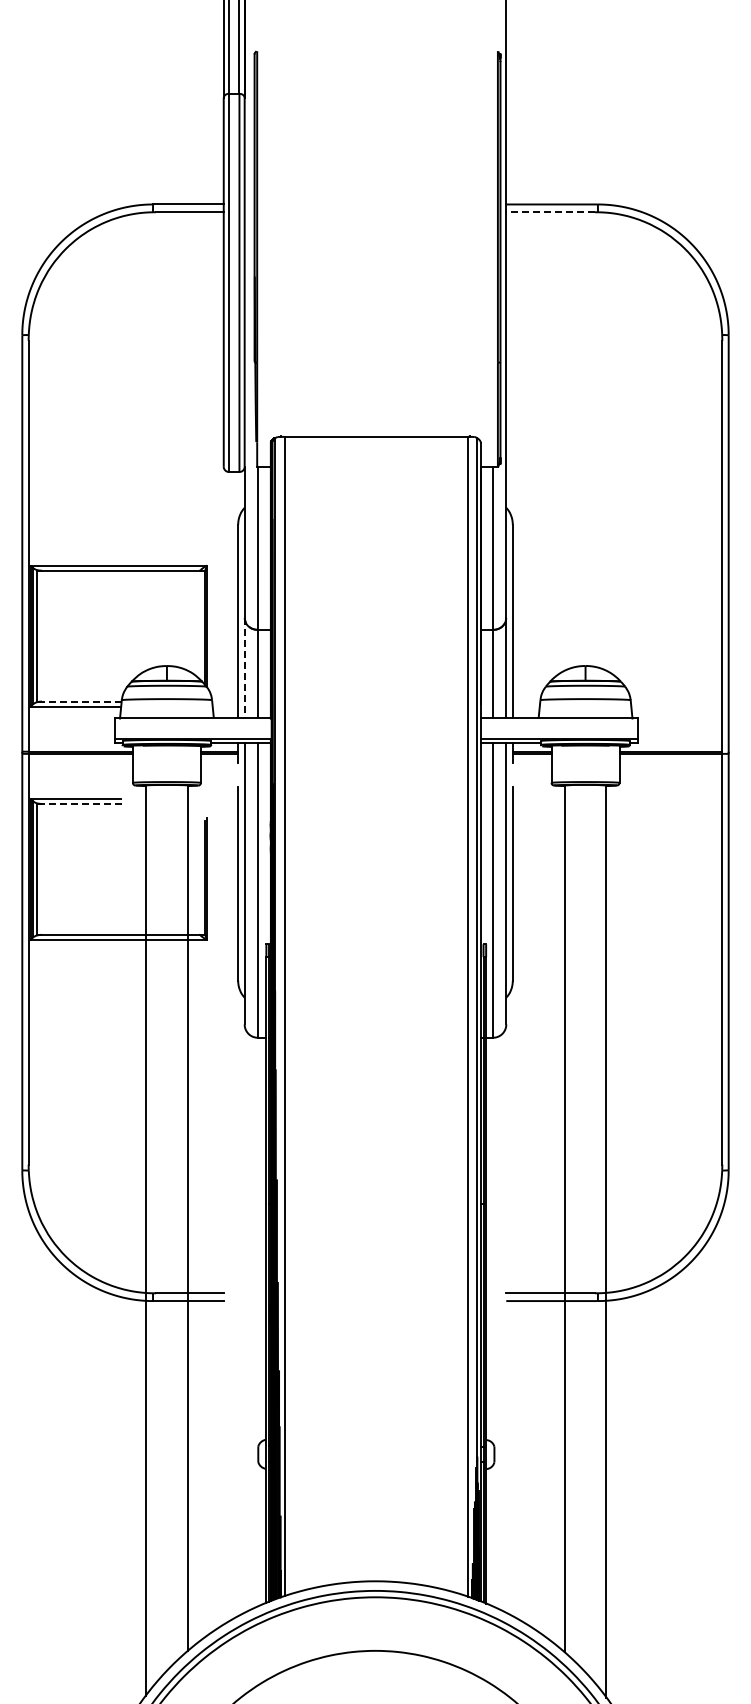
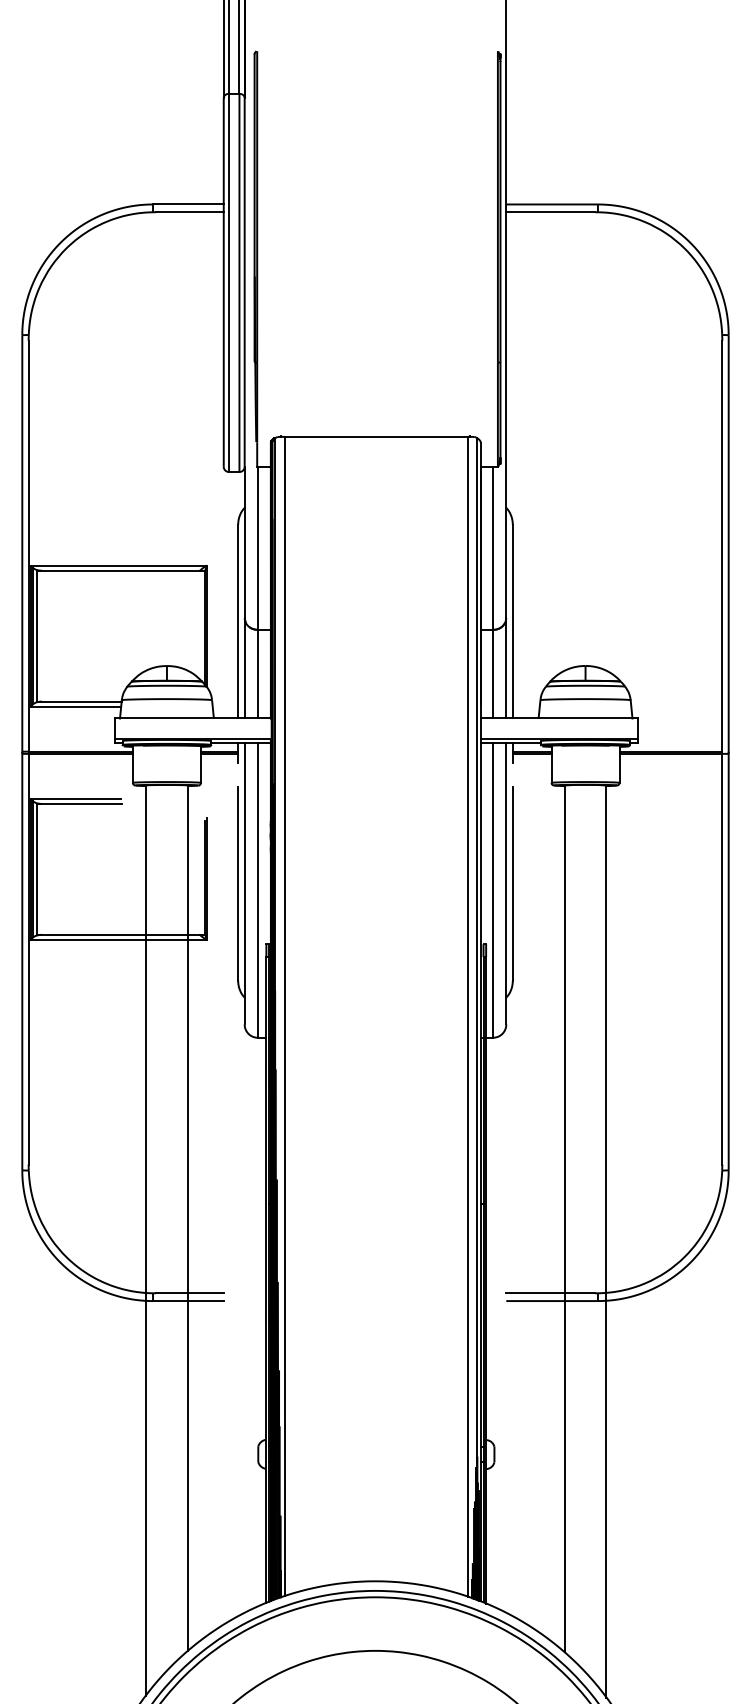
line at (550, 212): dashed -> solid
line at (244, 668): dashed -> solid
line at (78, 701): dashed -> solid
line at (78, 803): dashed -> solid
